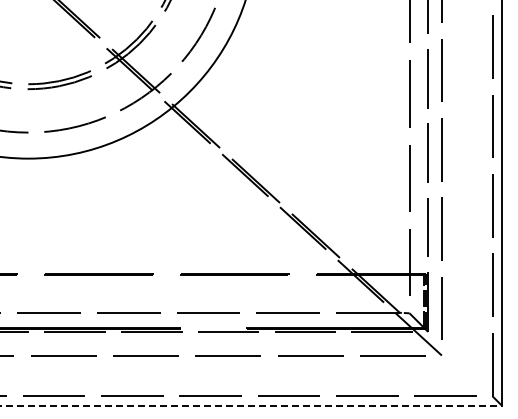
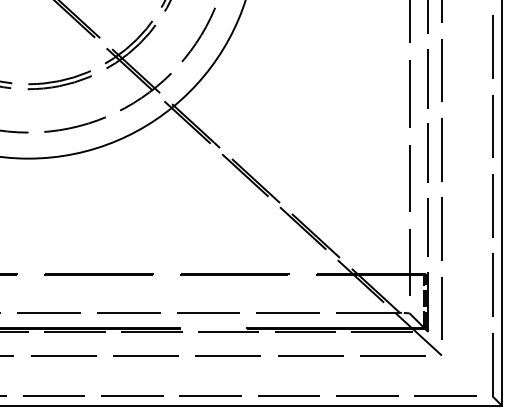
line at (251, 406): dashed -> solid
